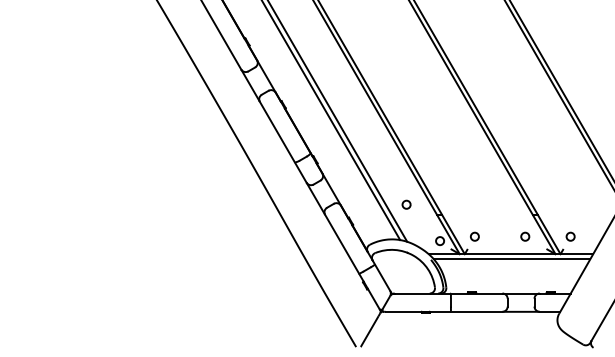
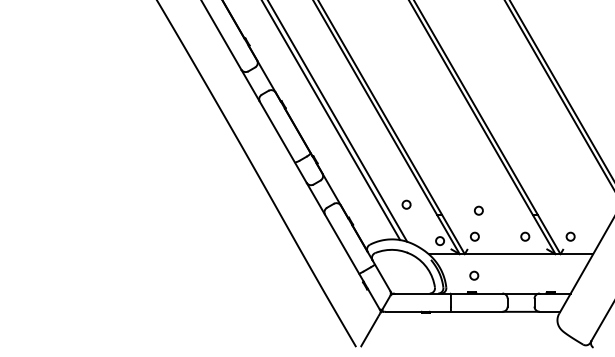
circle at (478, 210): none -> present
line at (511, 259): present -> none
circle at (474, 275): none -> present
